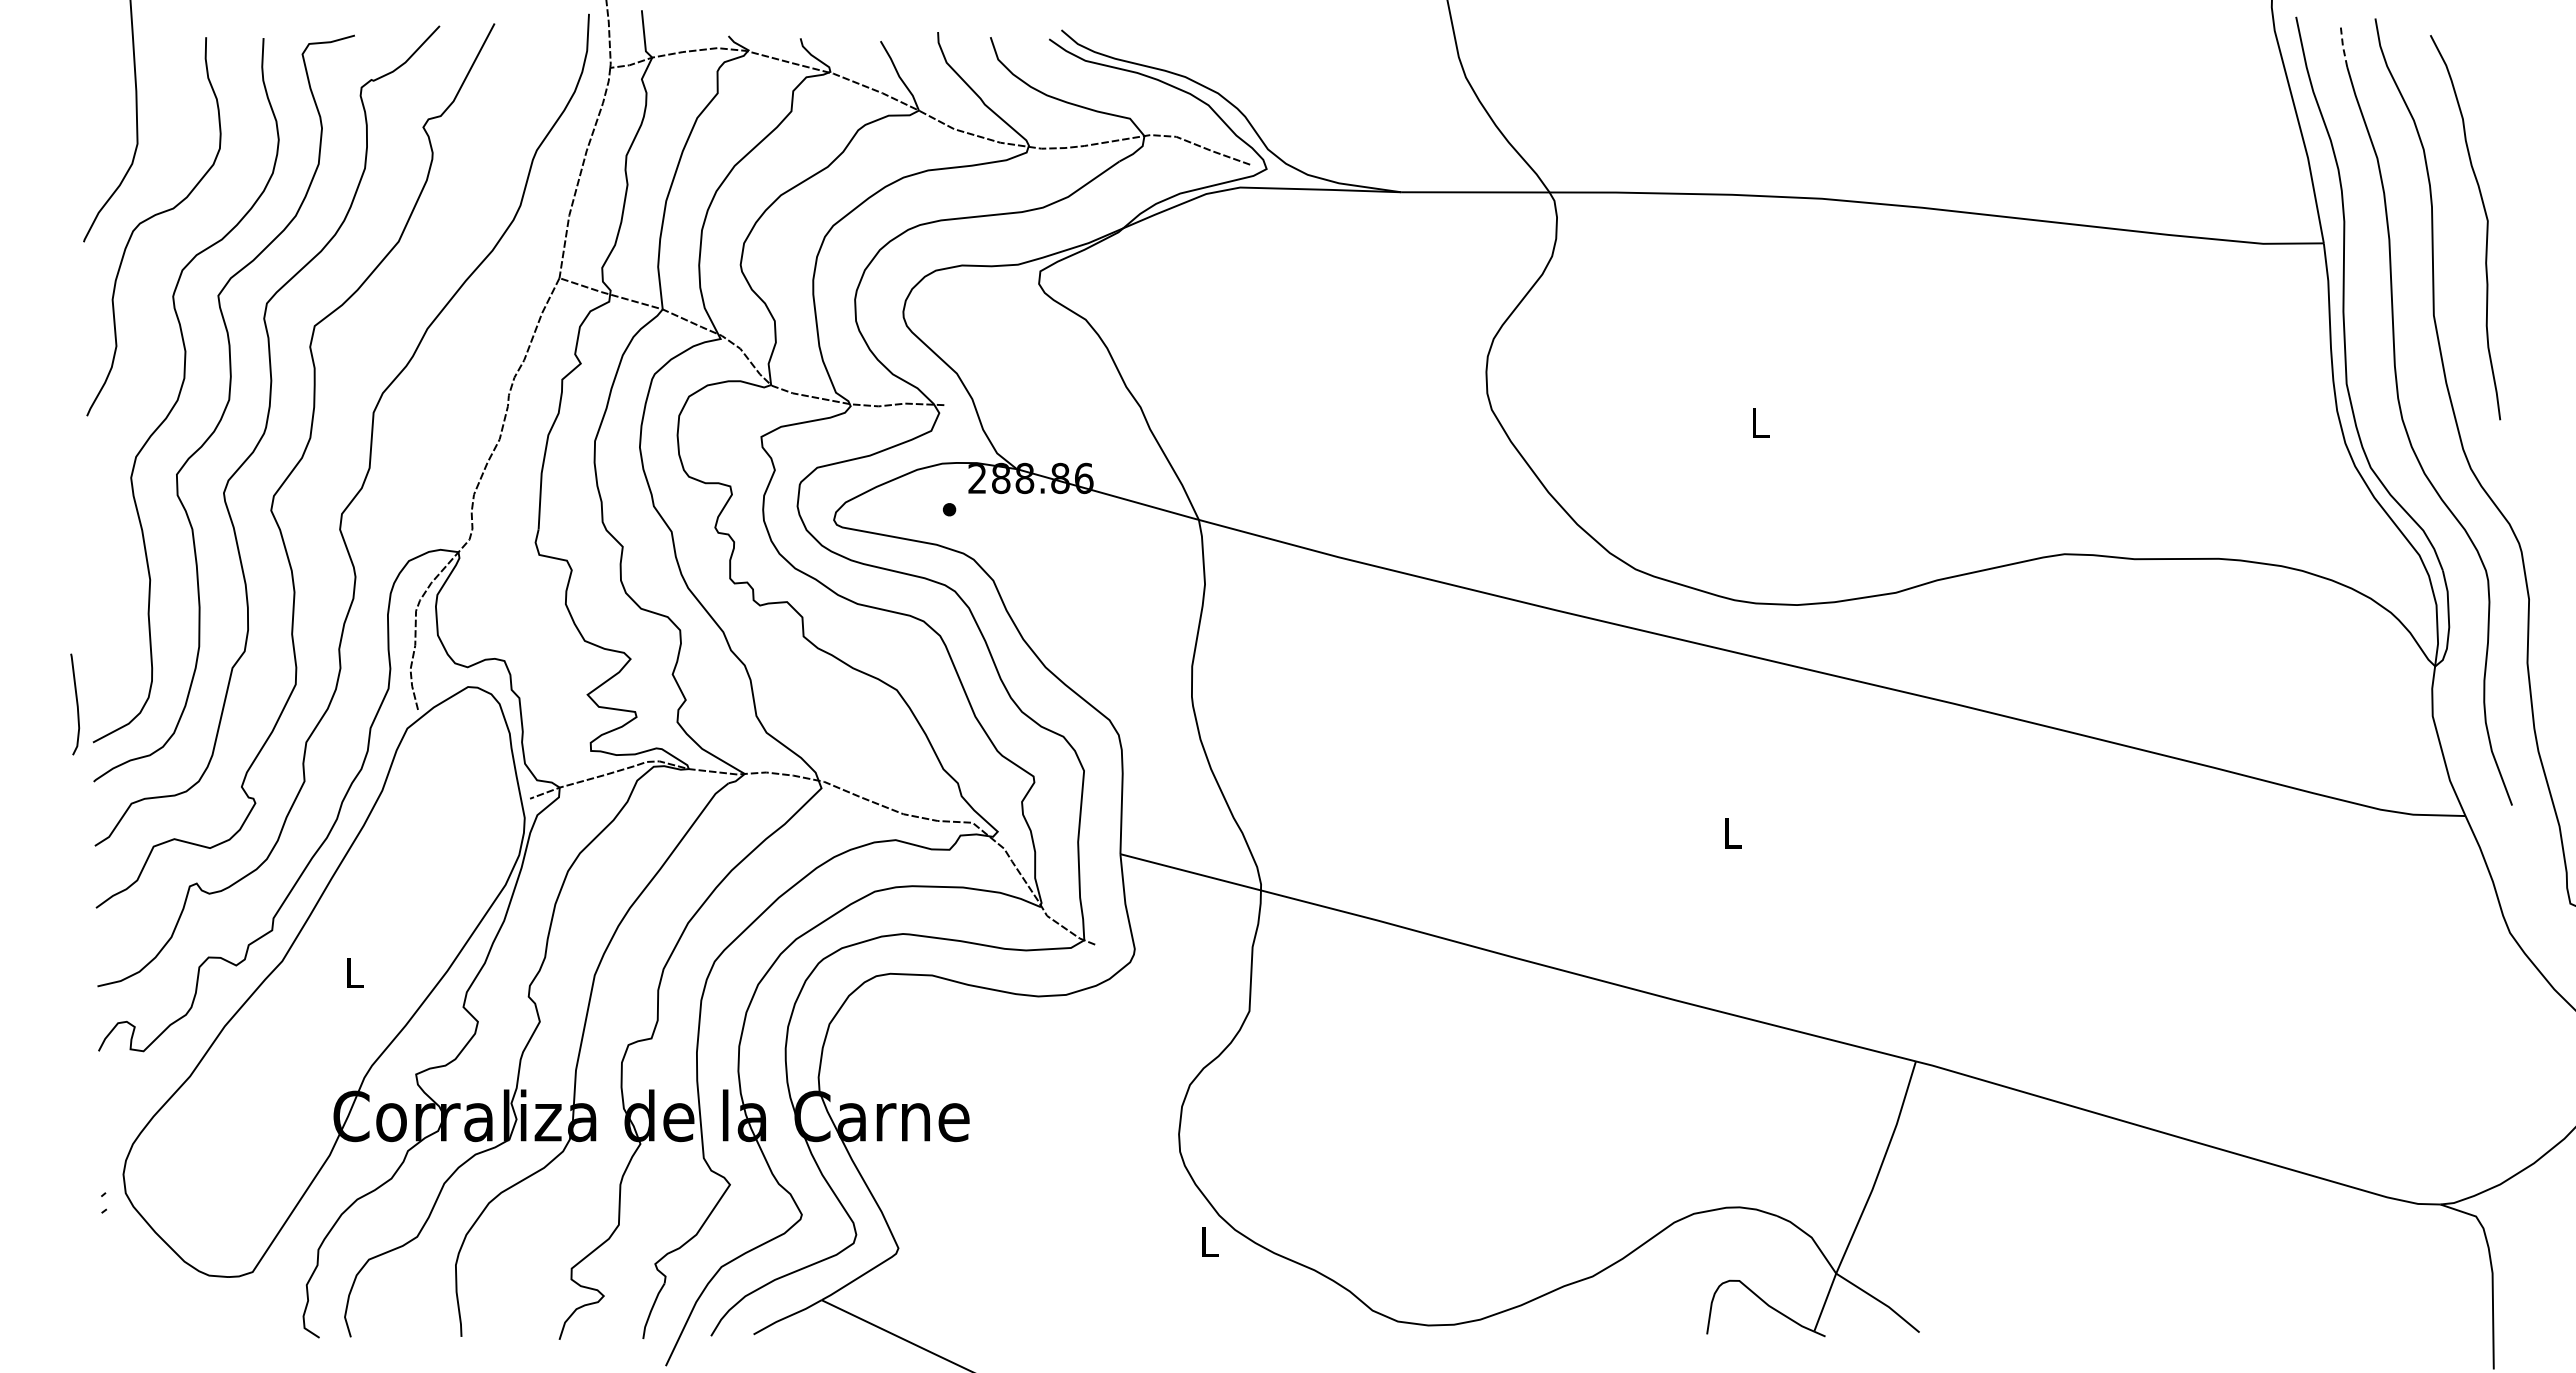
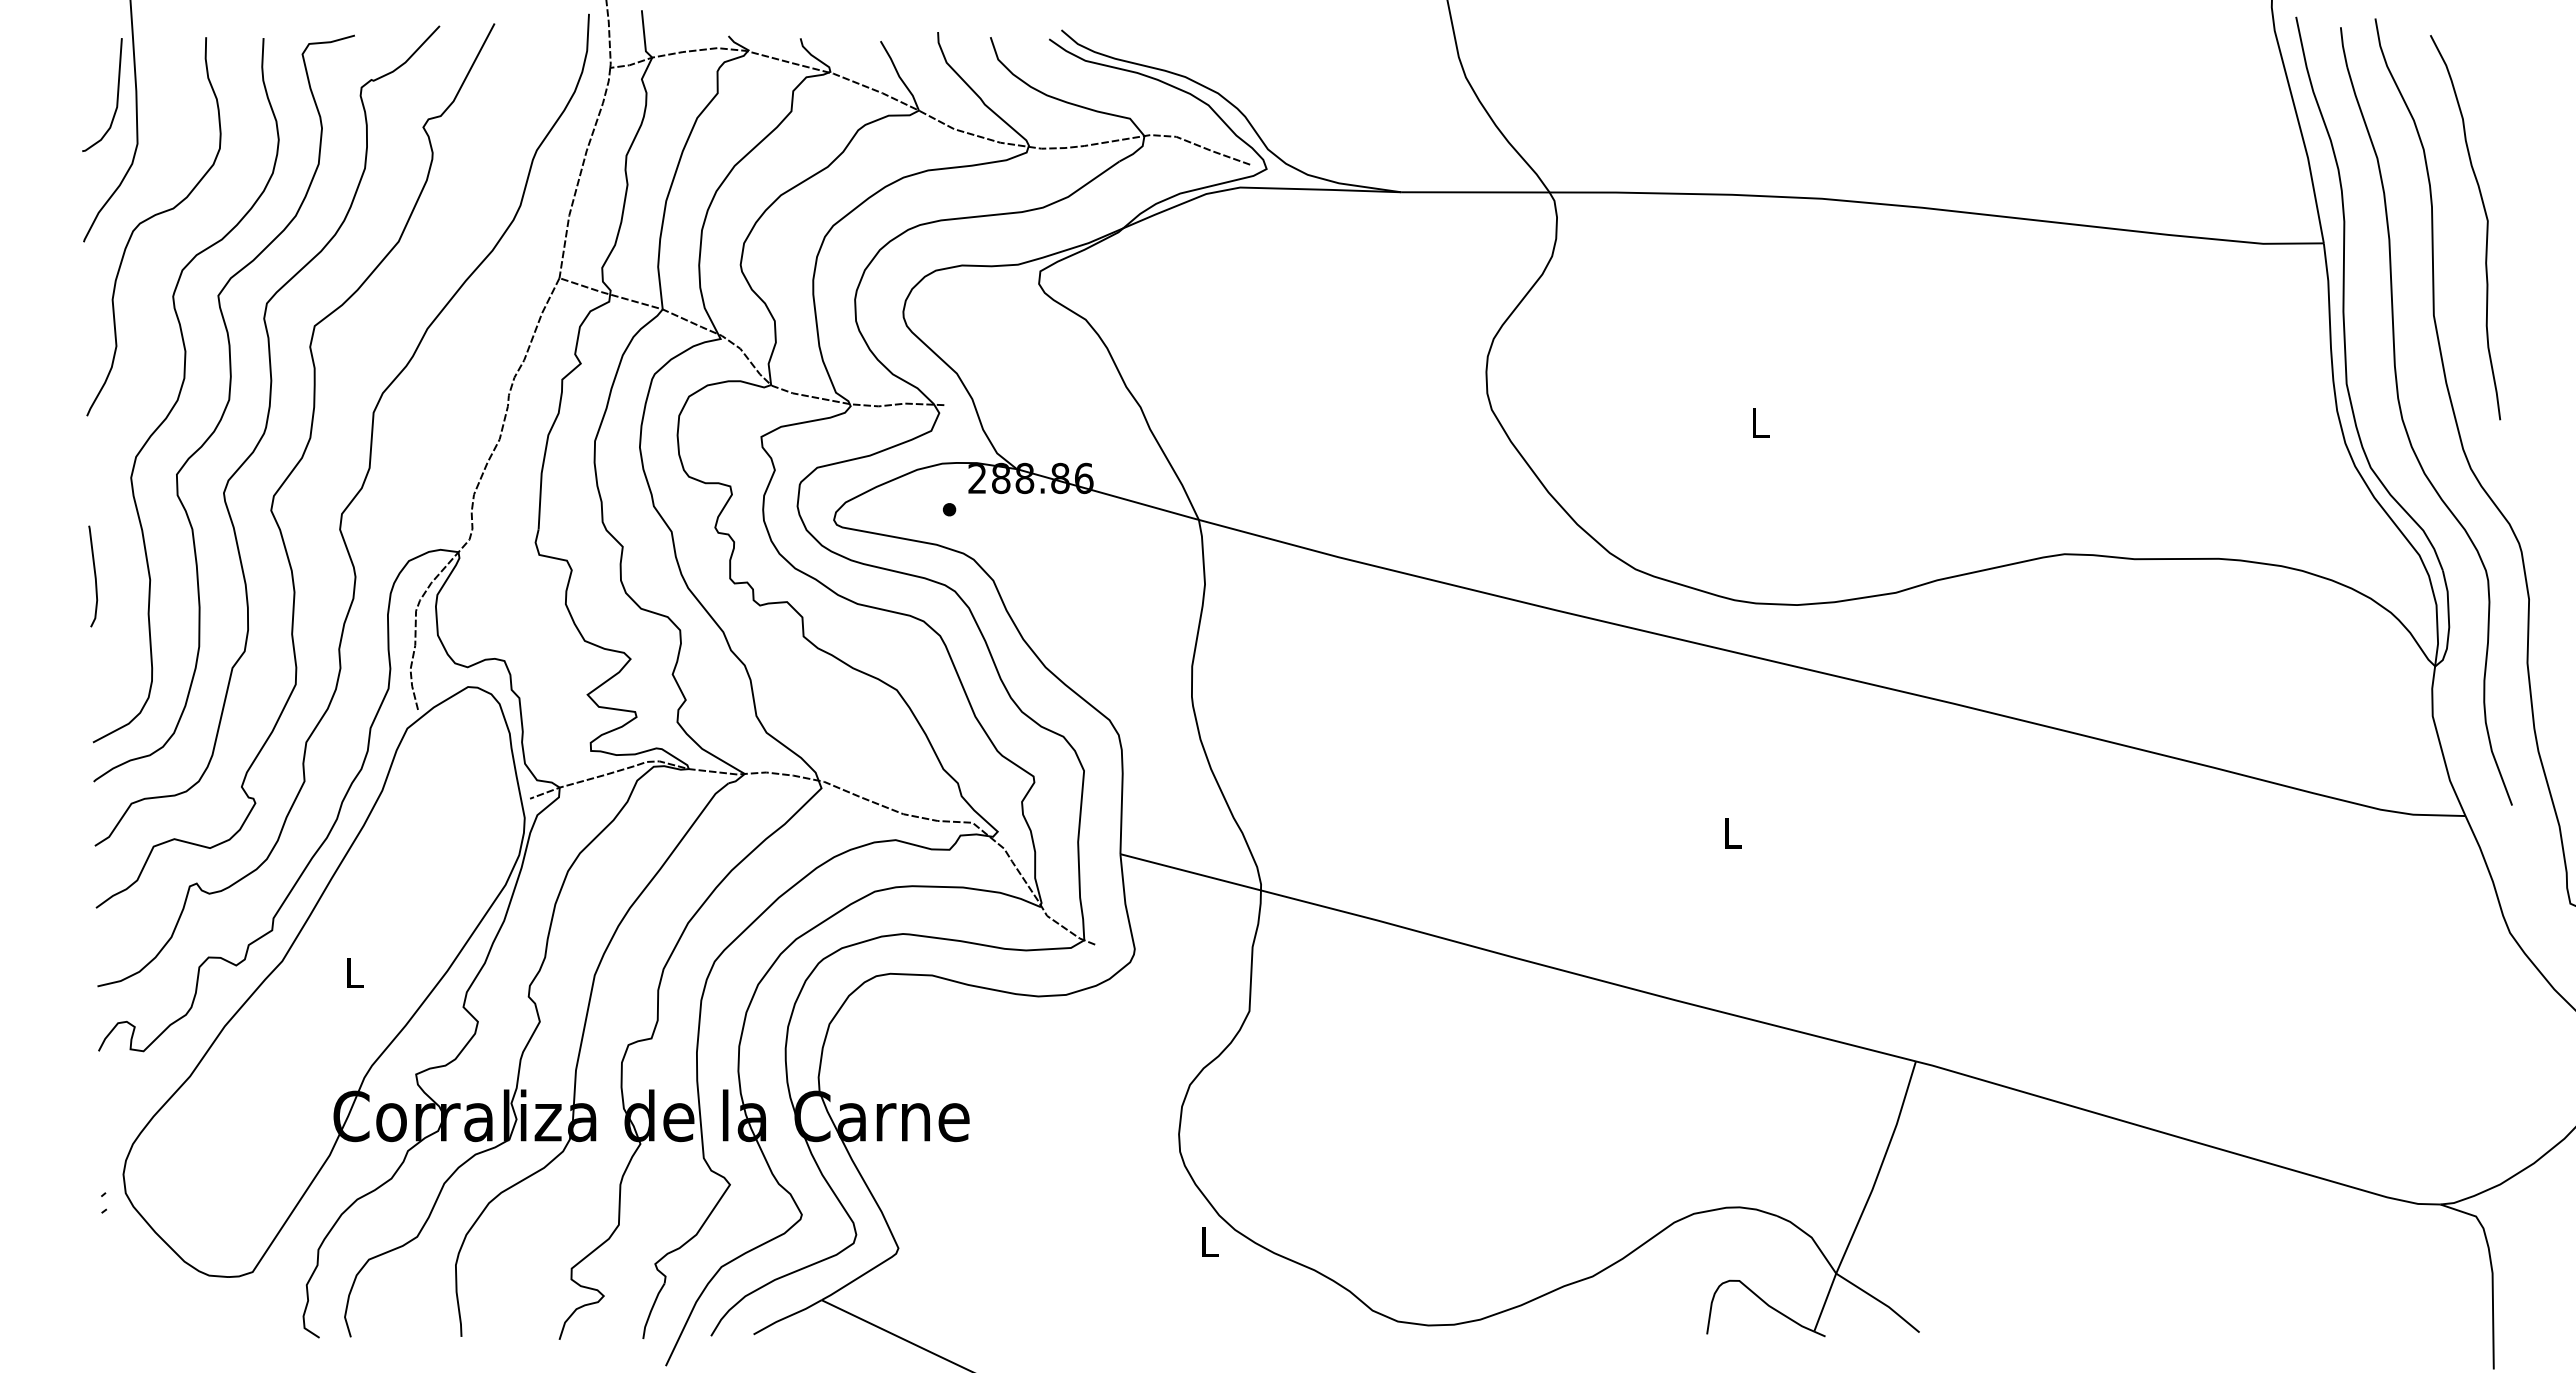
line at (2342, 46): dashed -> solid
curve at (116, 97): none -> present
curve at (76, 704) position: (76, 704) -> (94, 576)
